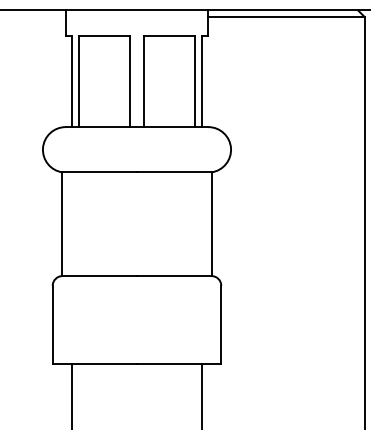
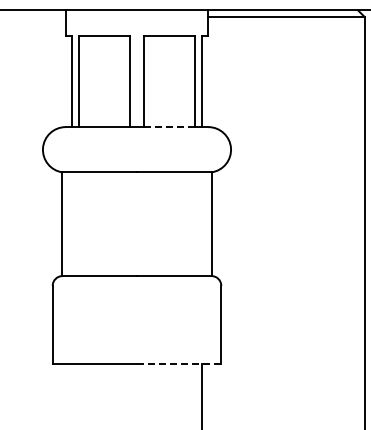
line at (169, 127): solid -> dashed
line at (178, 363): solid -> dashed
line at (72, 394): present -> none
